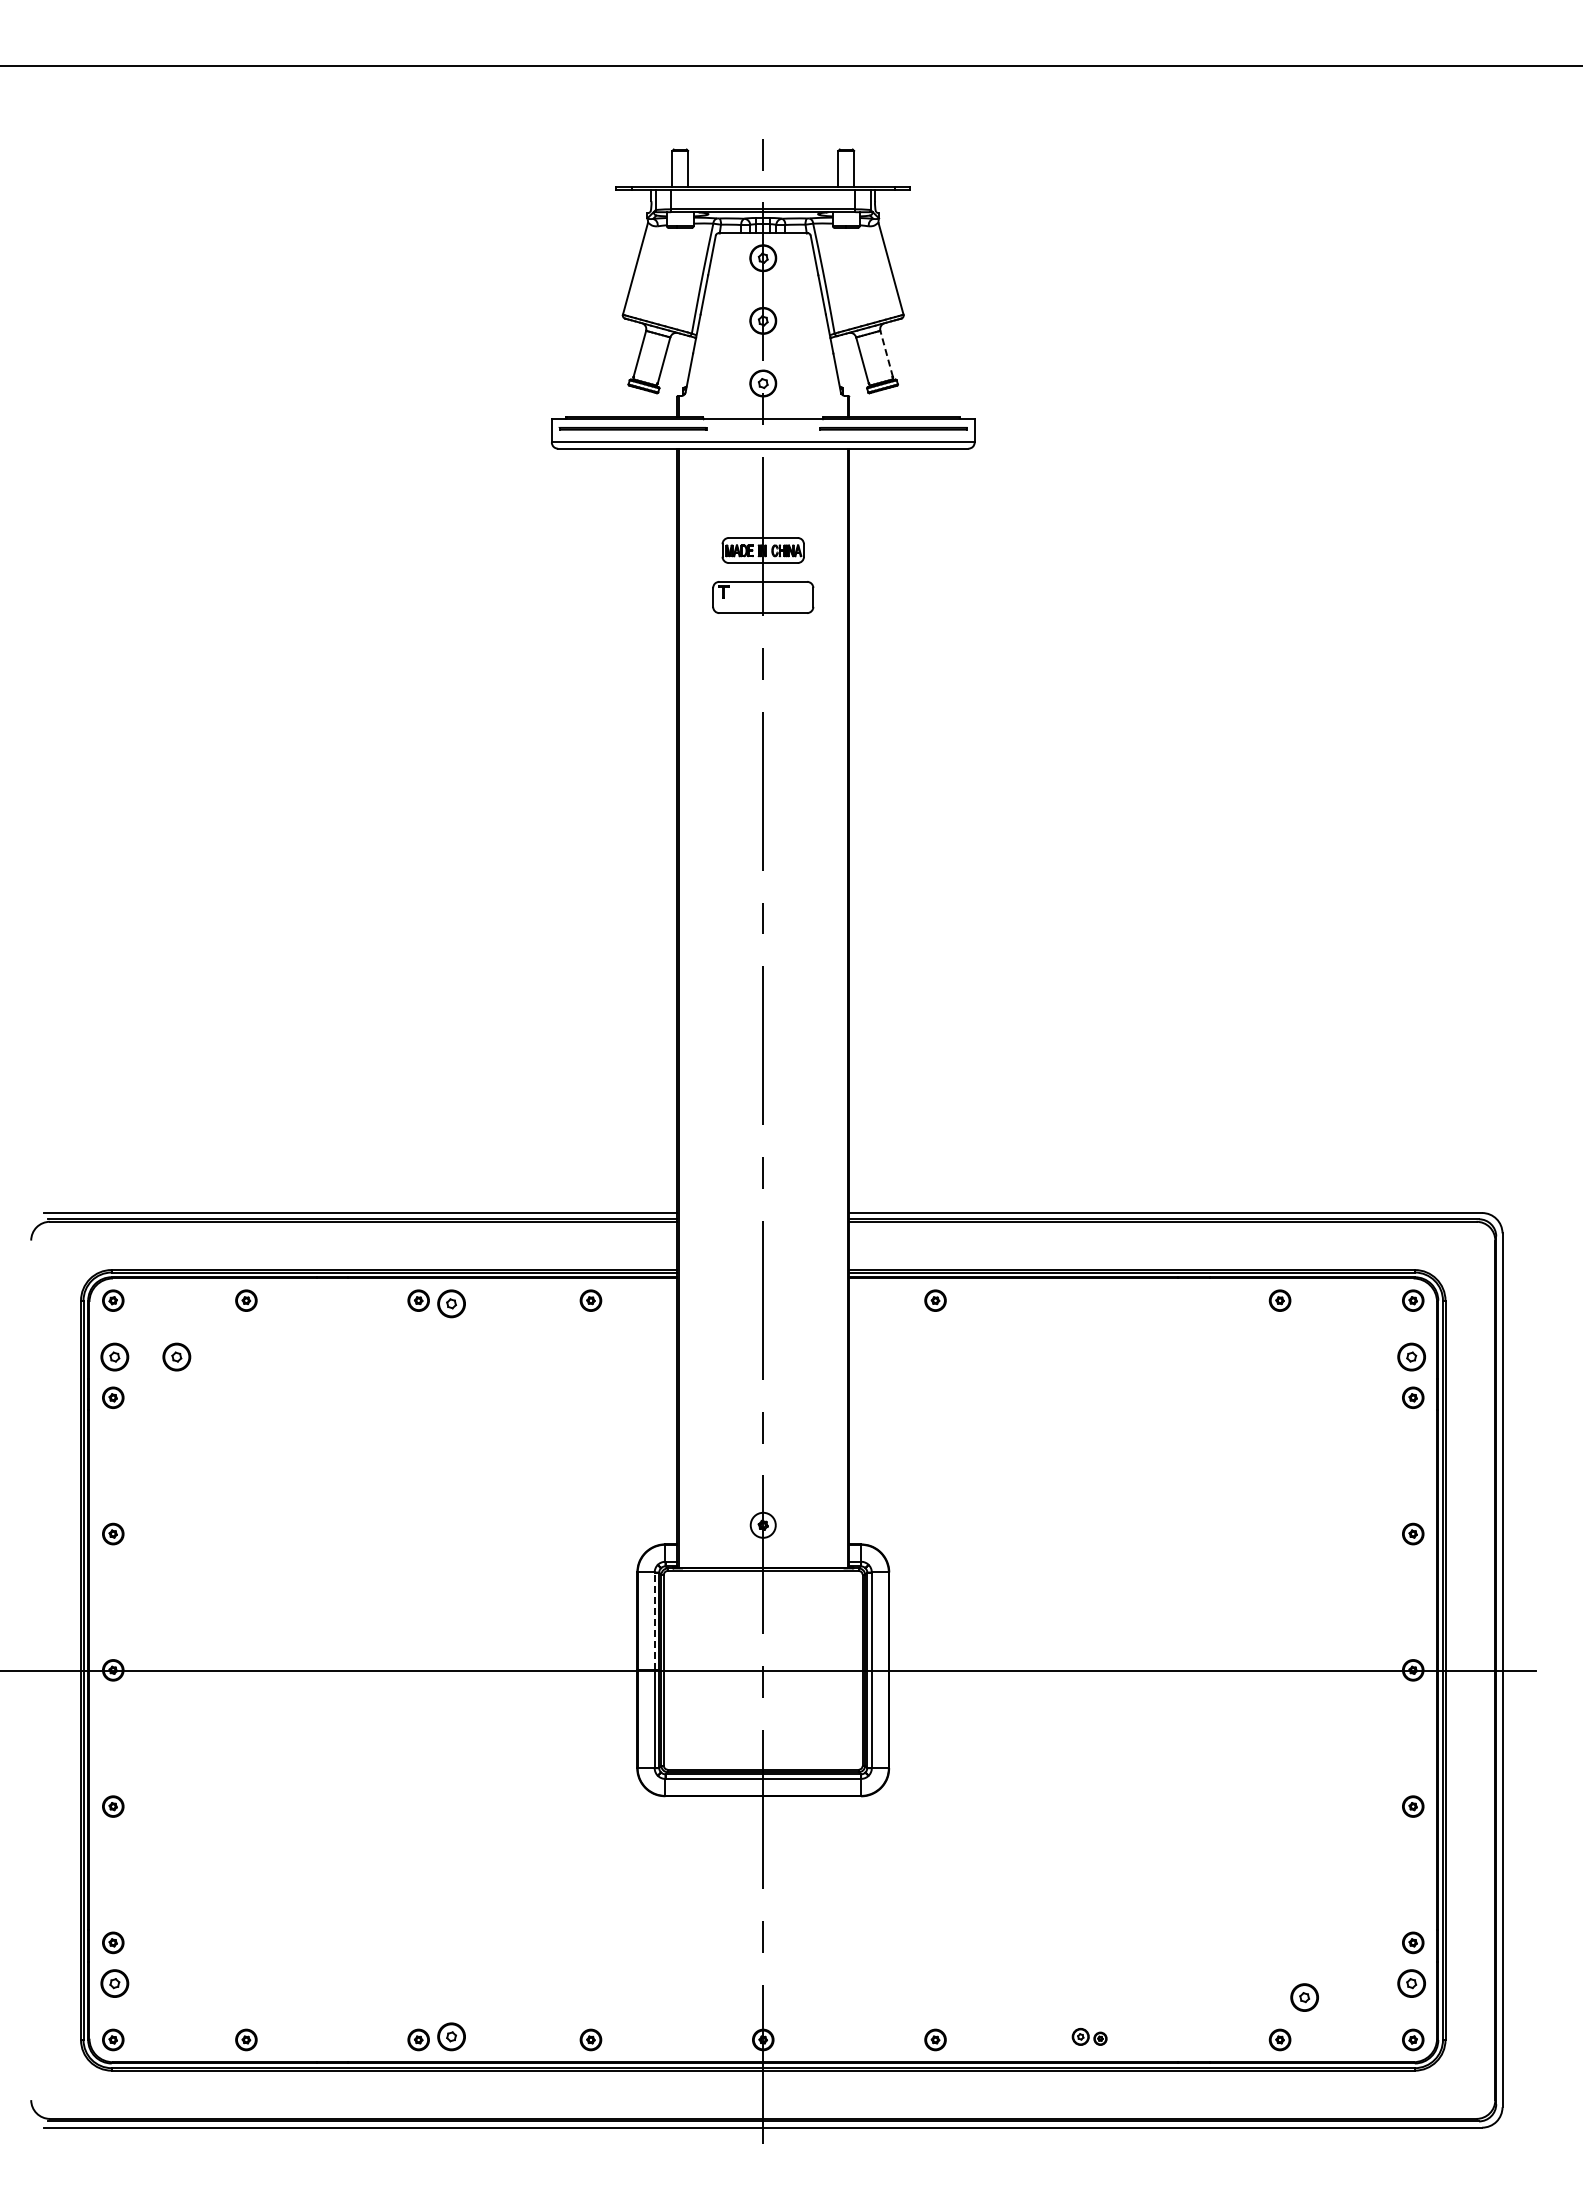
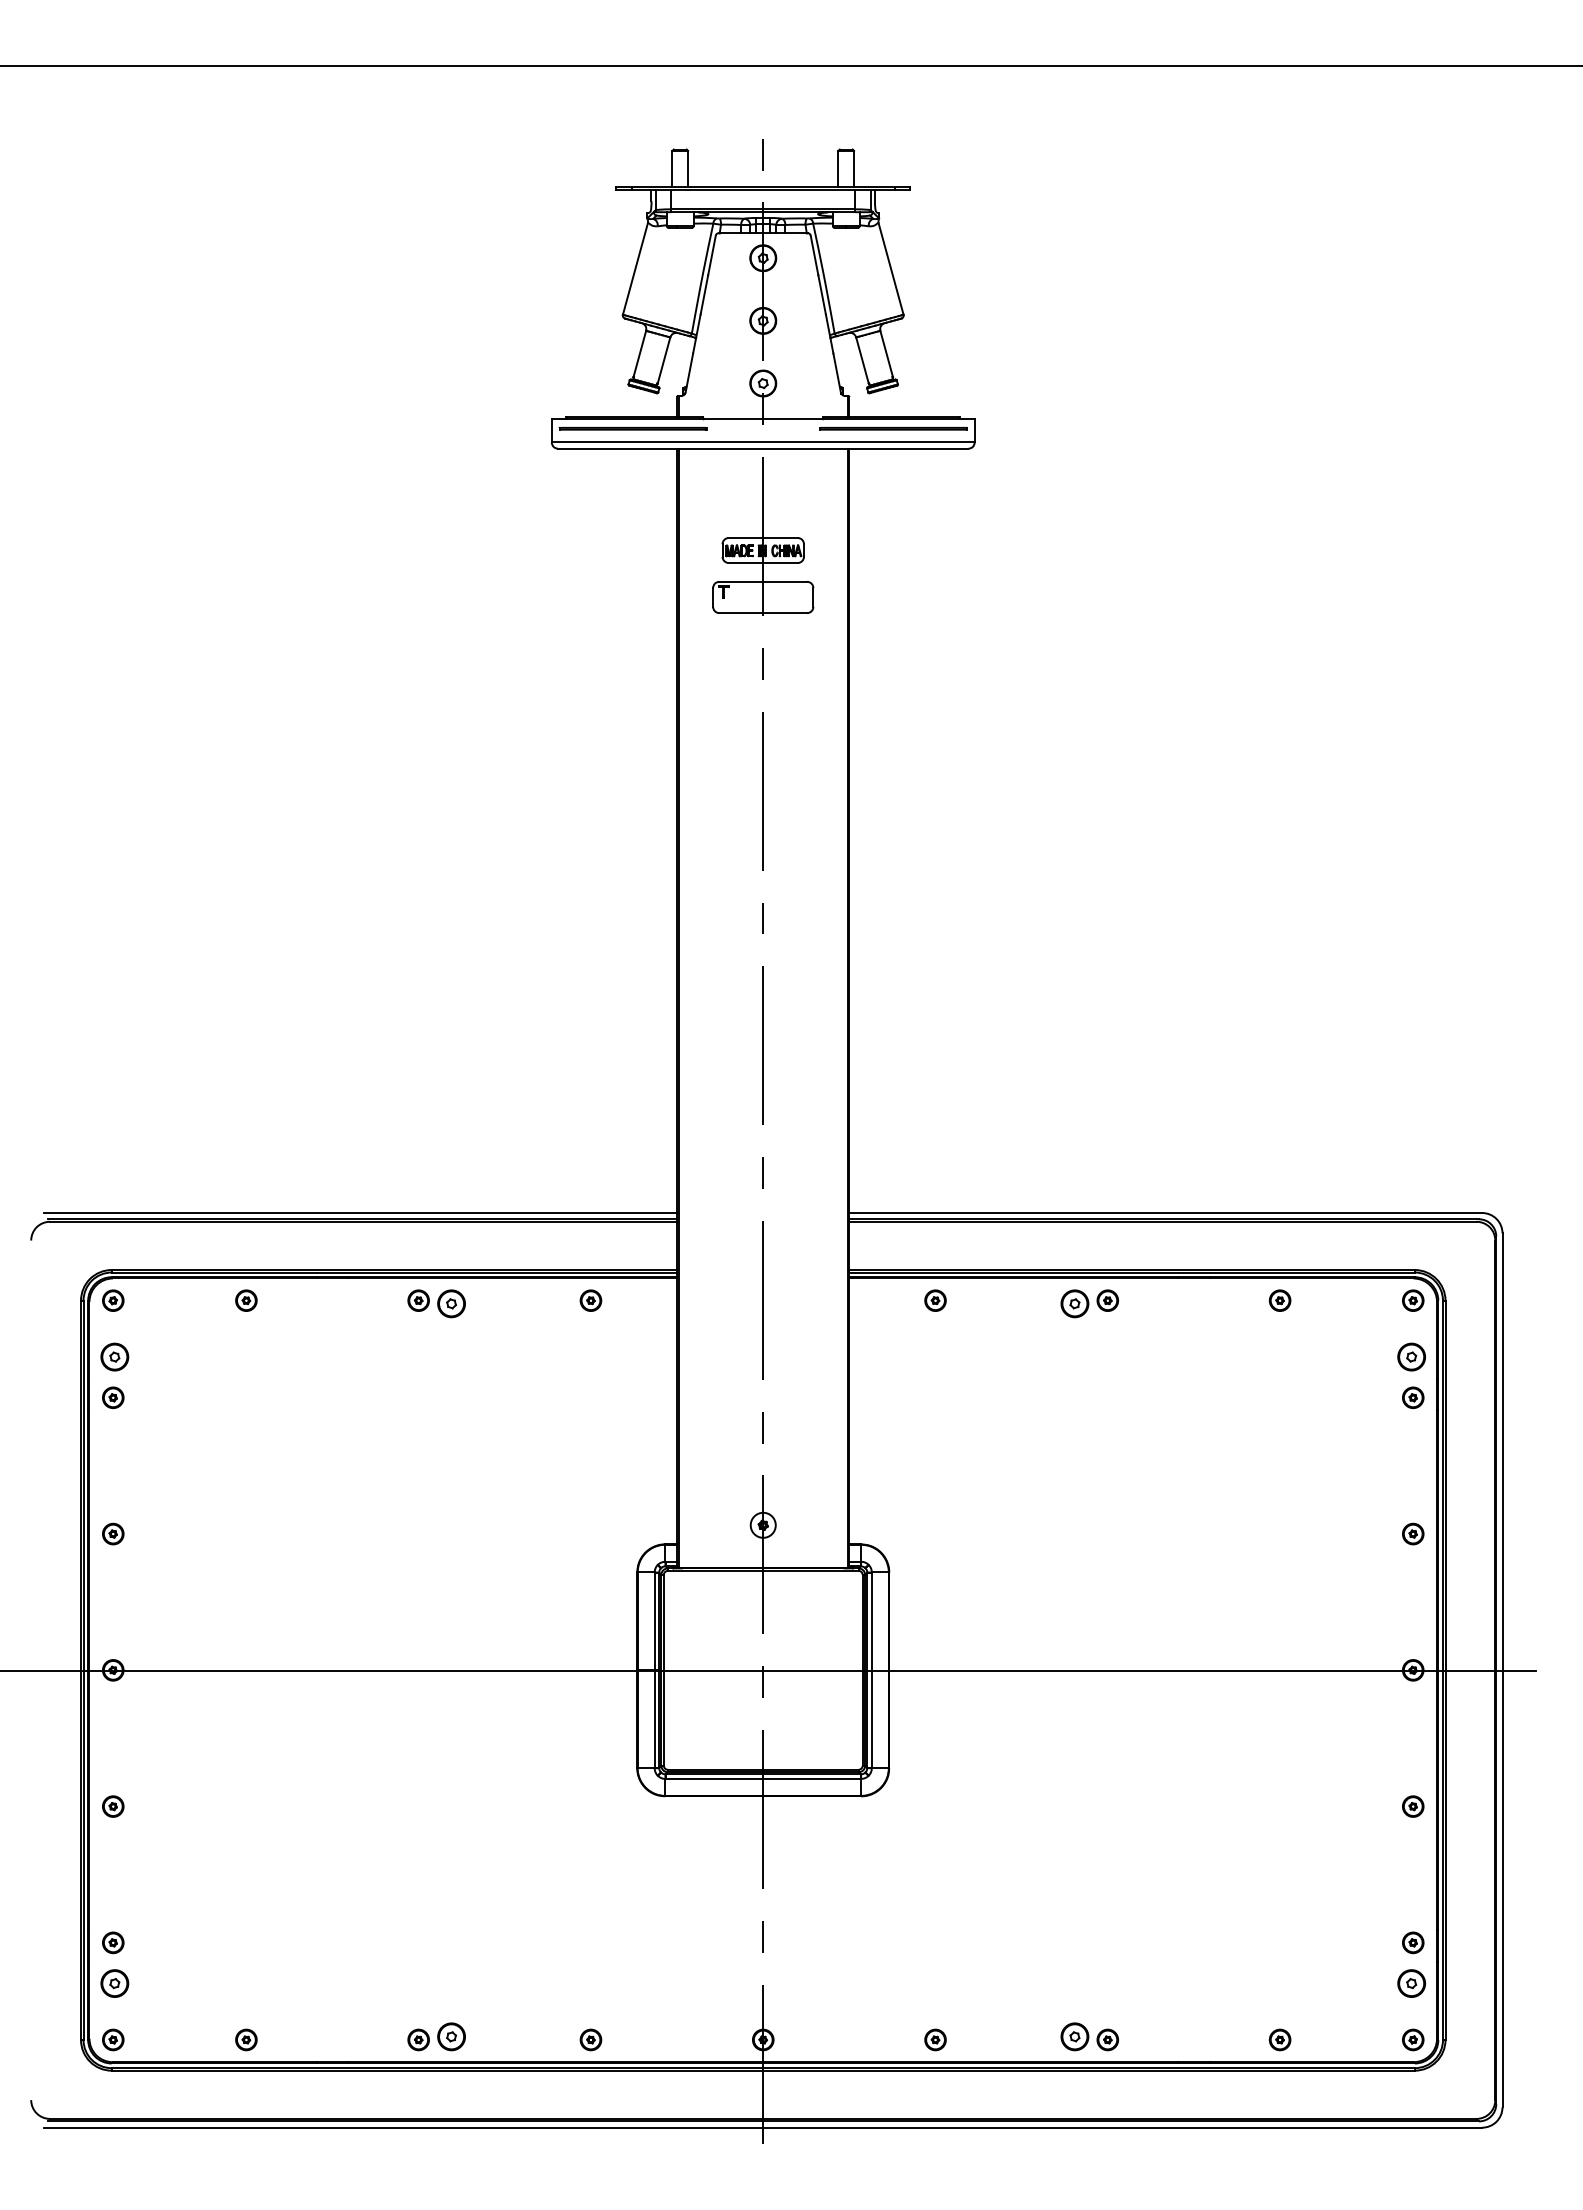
line at (886, 353): dashed -> solid
part at (1089, 1303): none -> present
part at (176, 1356): present -> none
line at (654, 1621): dashed -> solid
part at (1304, 1997): present -> none
part at (1089, 2036) size: 37x18 px -> 59x30 px
